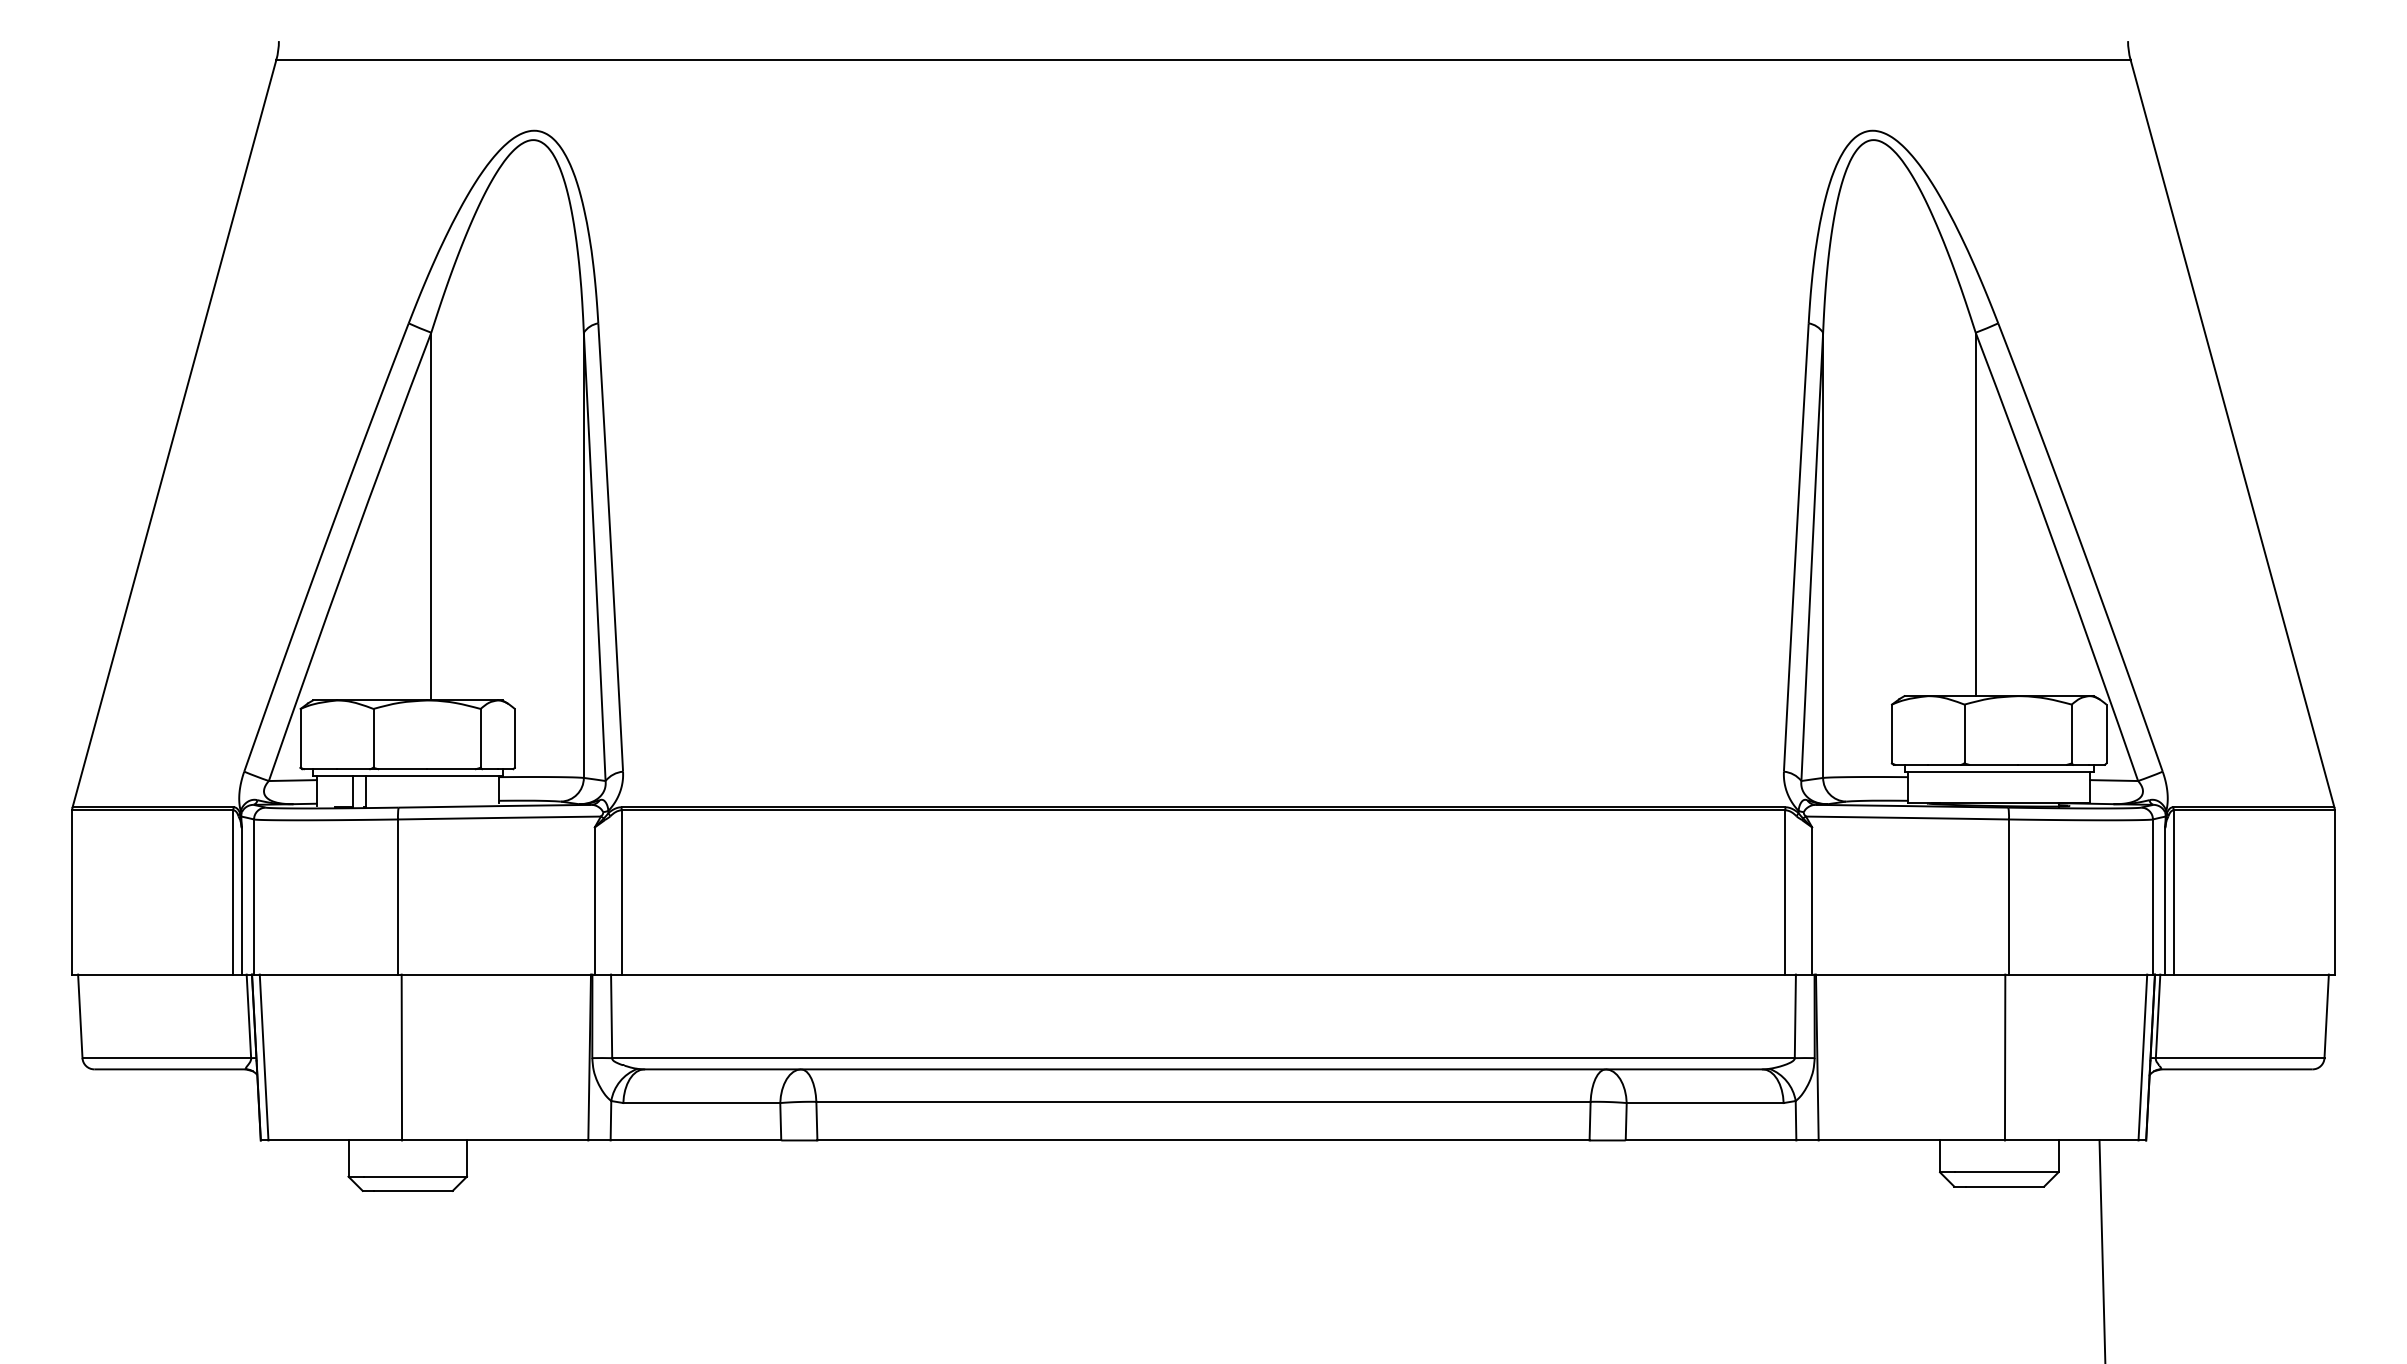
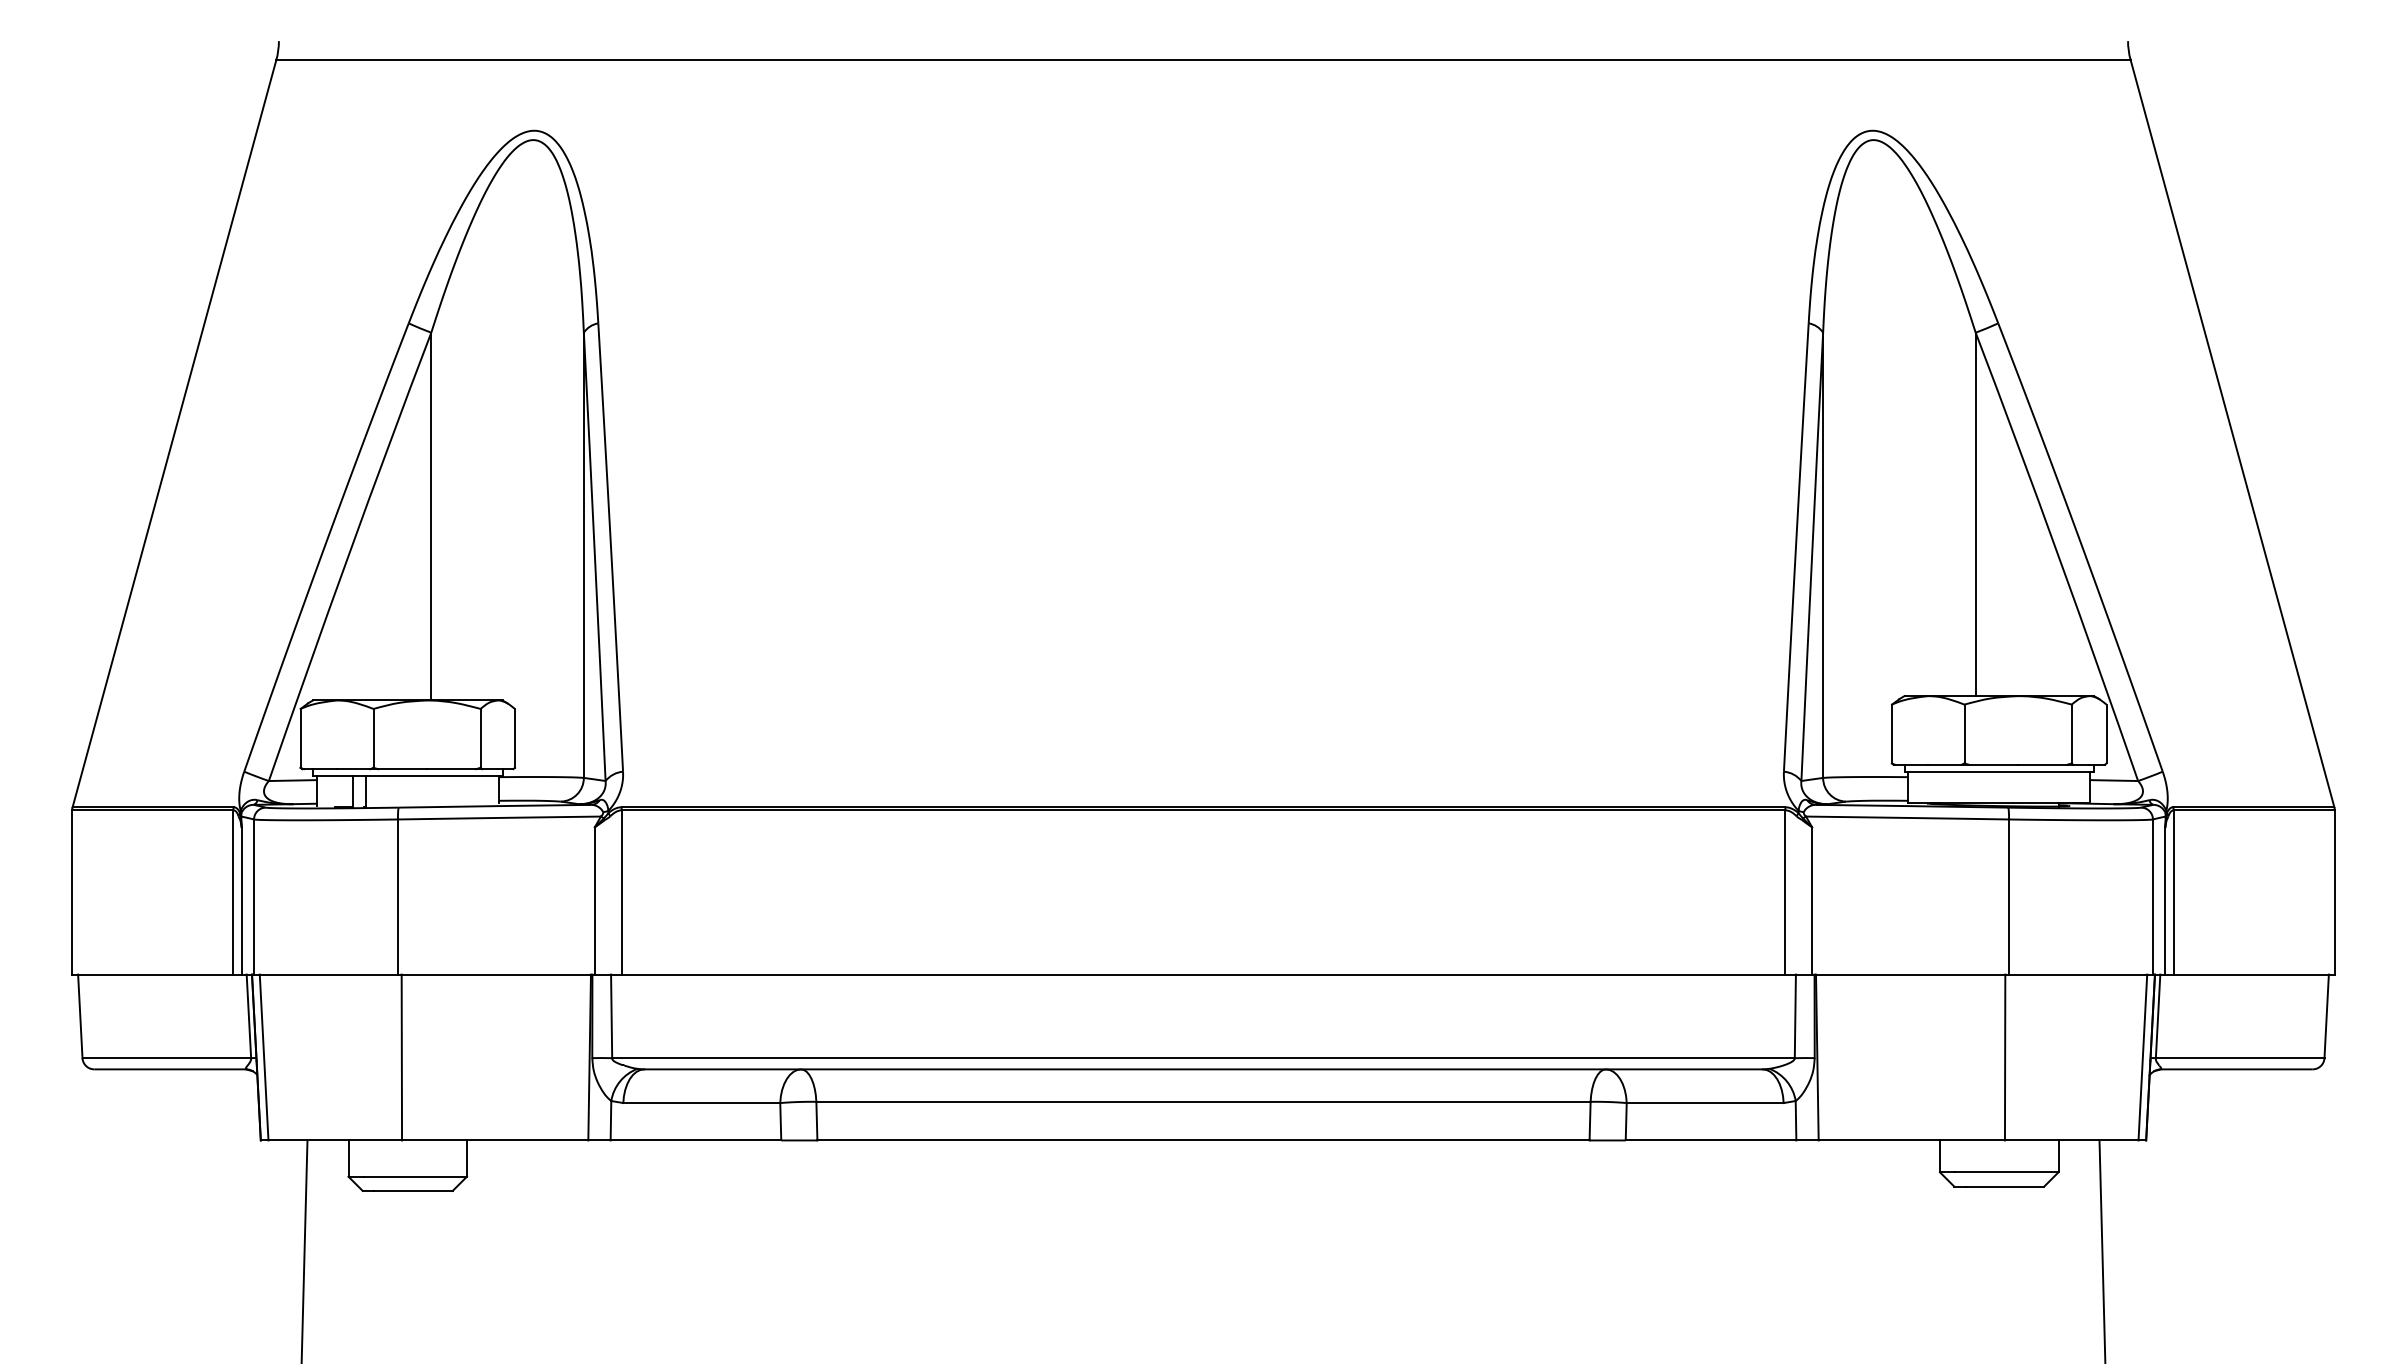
line at (304, 1250): none -> present
